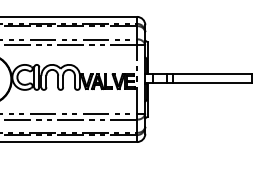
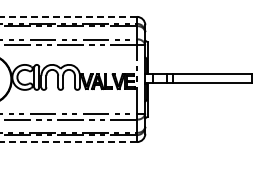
line at (69, 16): solid -> dashed
line at (69, 142): solid -> dashed
